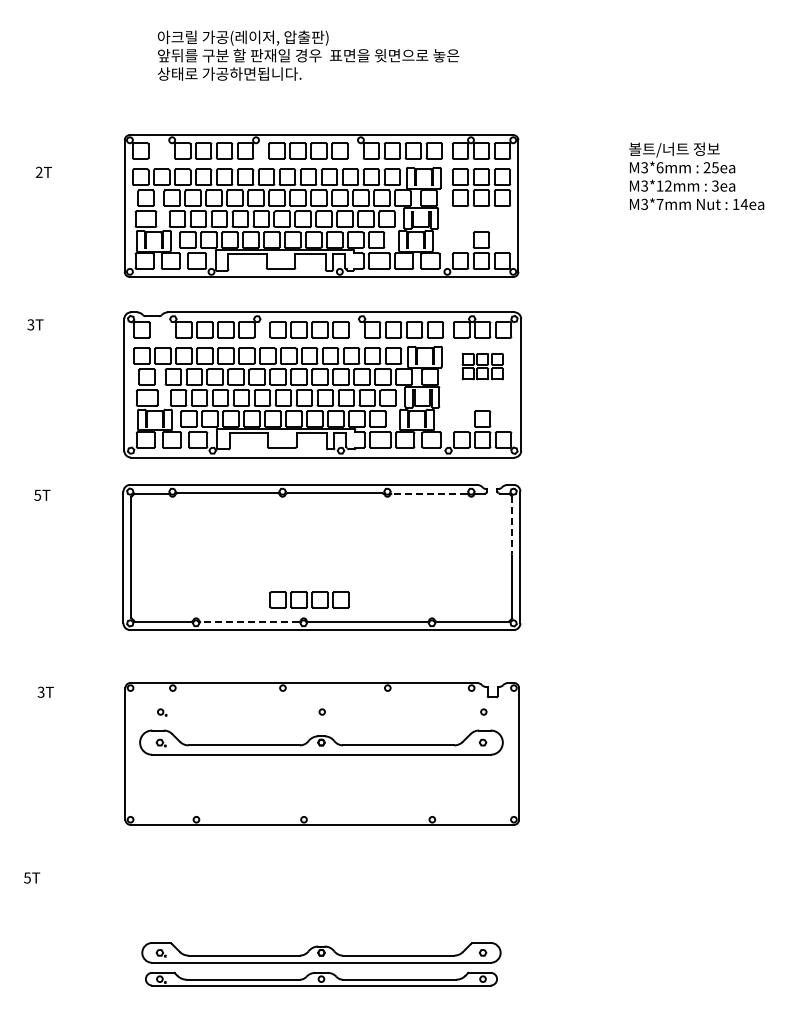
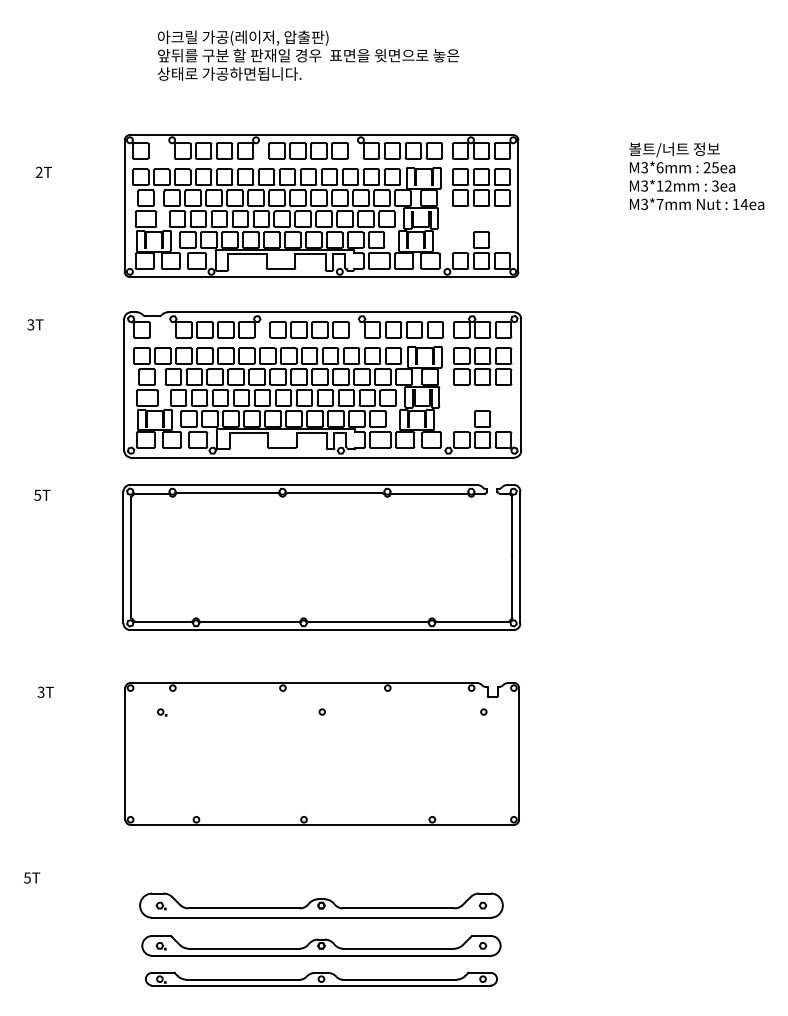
part at (482, 366) size: 43x28 px -> 60x39 px
line at (428, 493): dashed -> solid
line at (511, 525): dashed -> solid
part at (309, 599): present -> none
line at (249, 621): dashed -> solid
part at (321, 742) position: (321, 742) -> (321, 905)
part at (321, 952) position: (321, 952) -> (321, 945)
